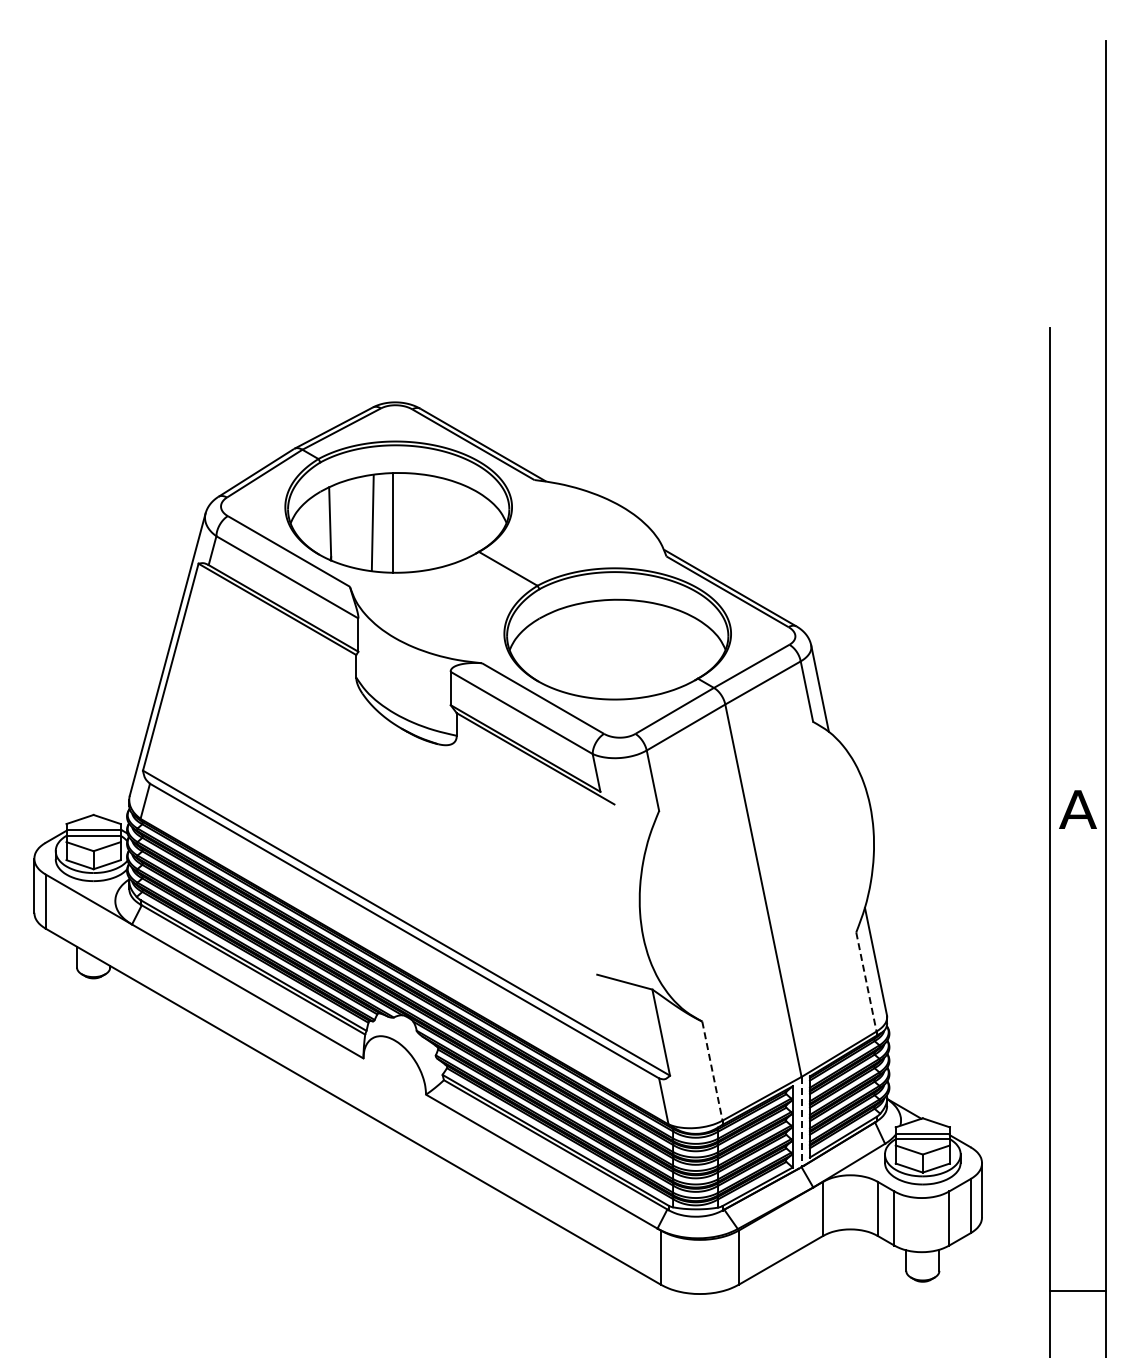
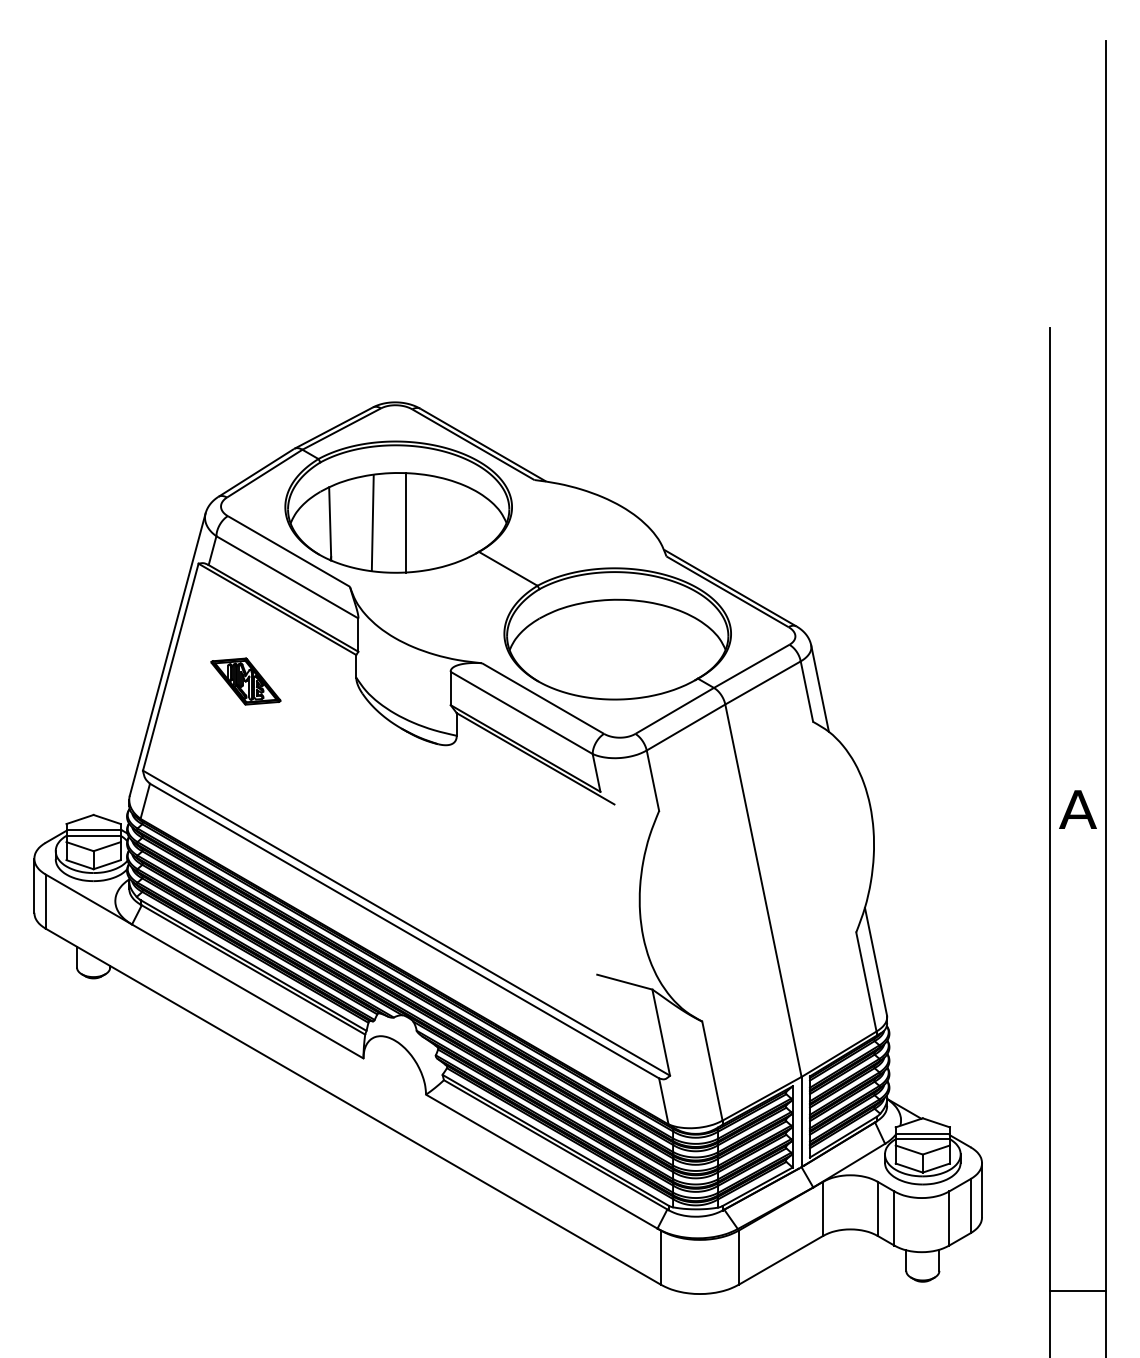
line at (392, 522) position: (392, 522) -> (405, 522)
part at (245, 681): none -> present
line at (866, 981): dashed -> solid
line at (712, 1071): dashed -> solid
line at (801, 1122): dashed -> solid
